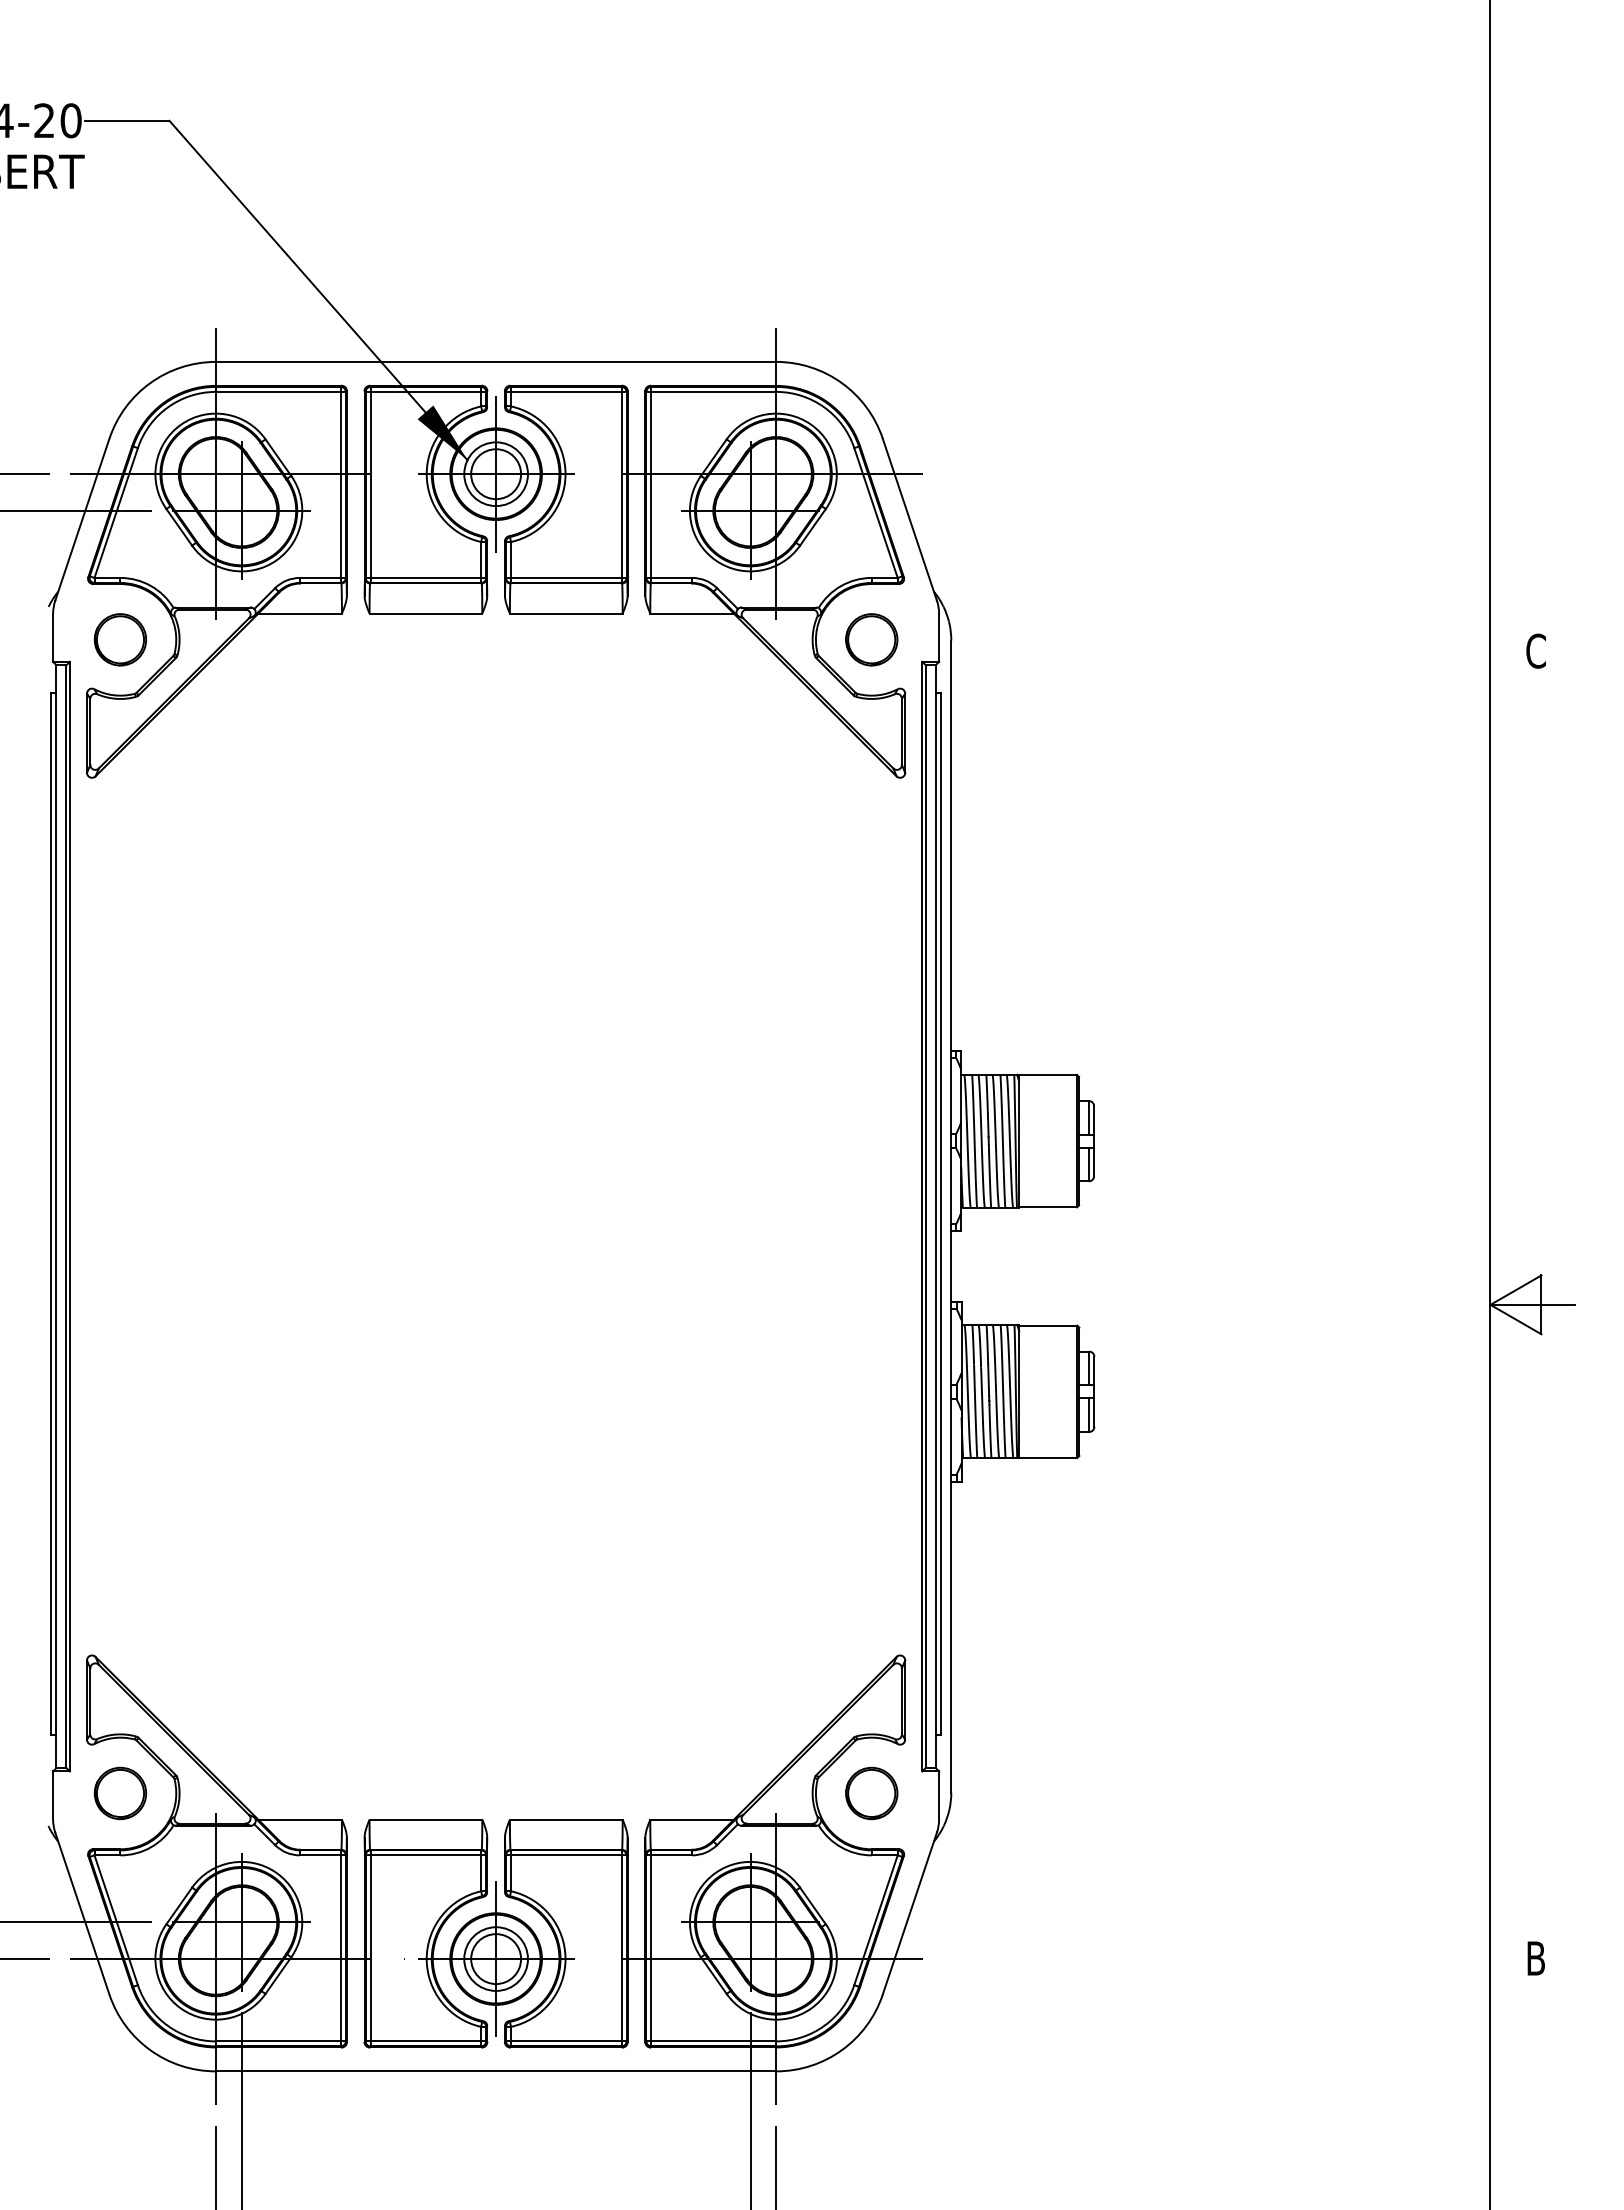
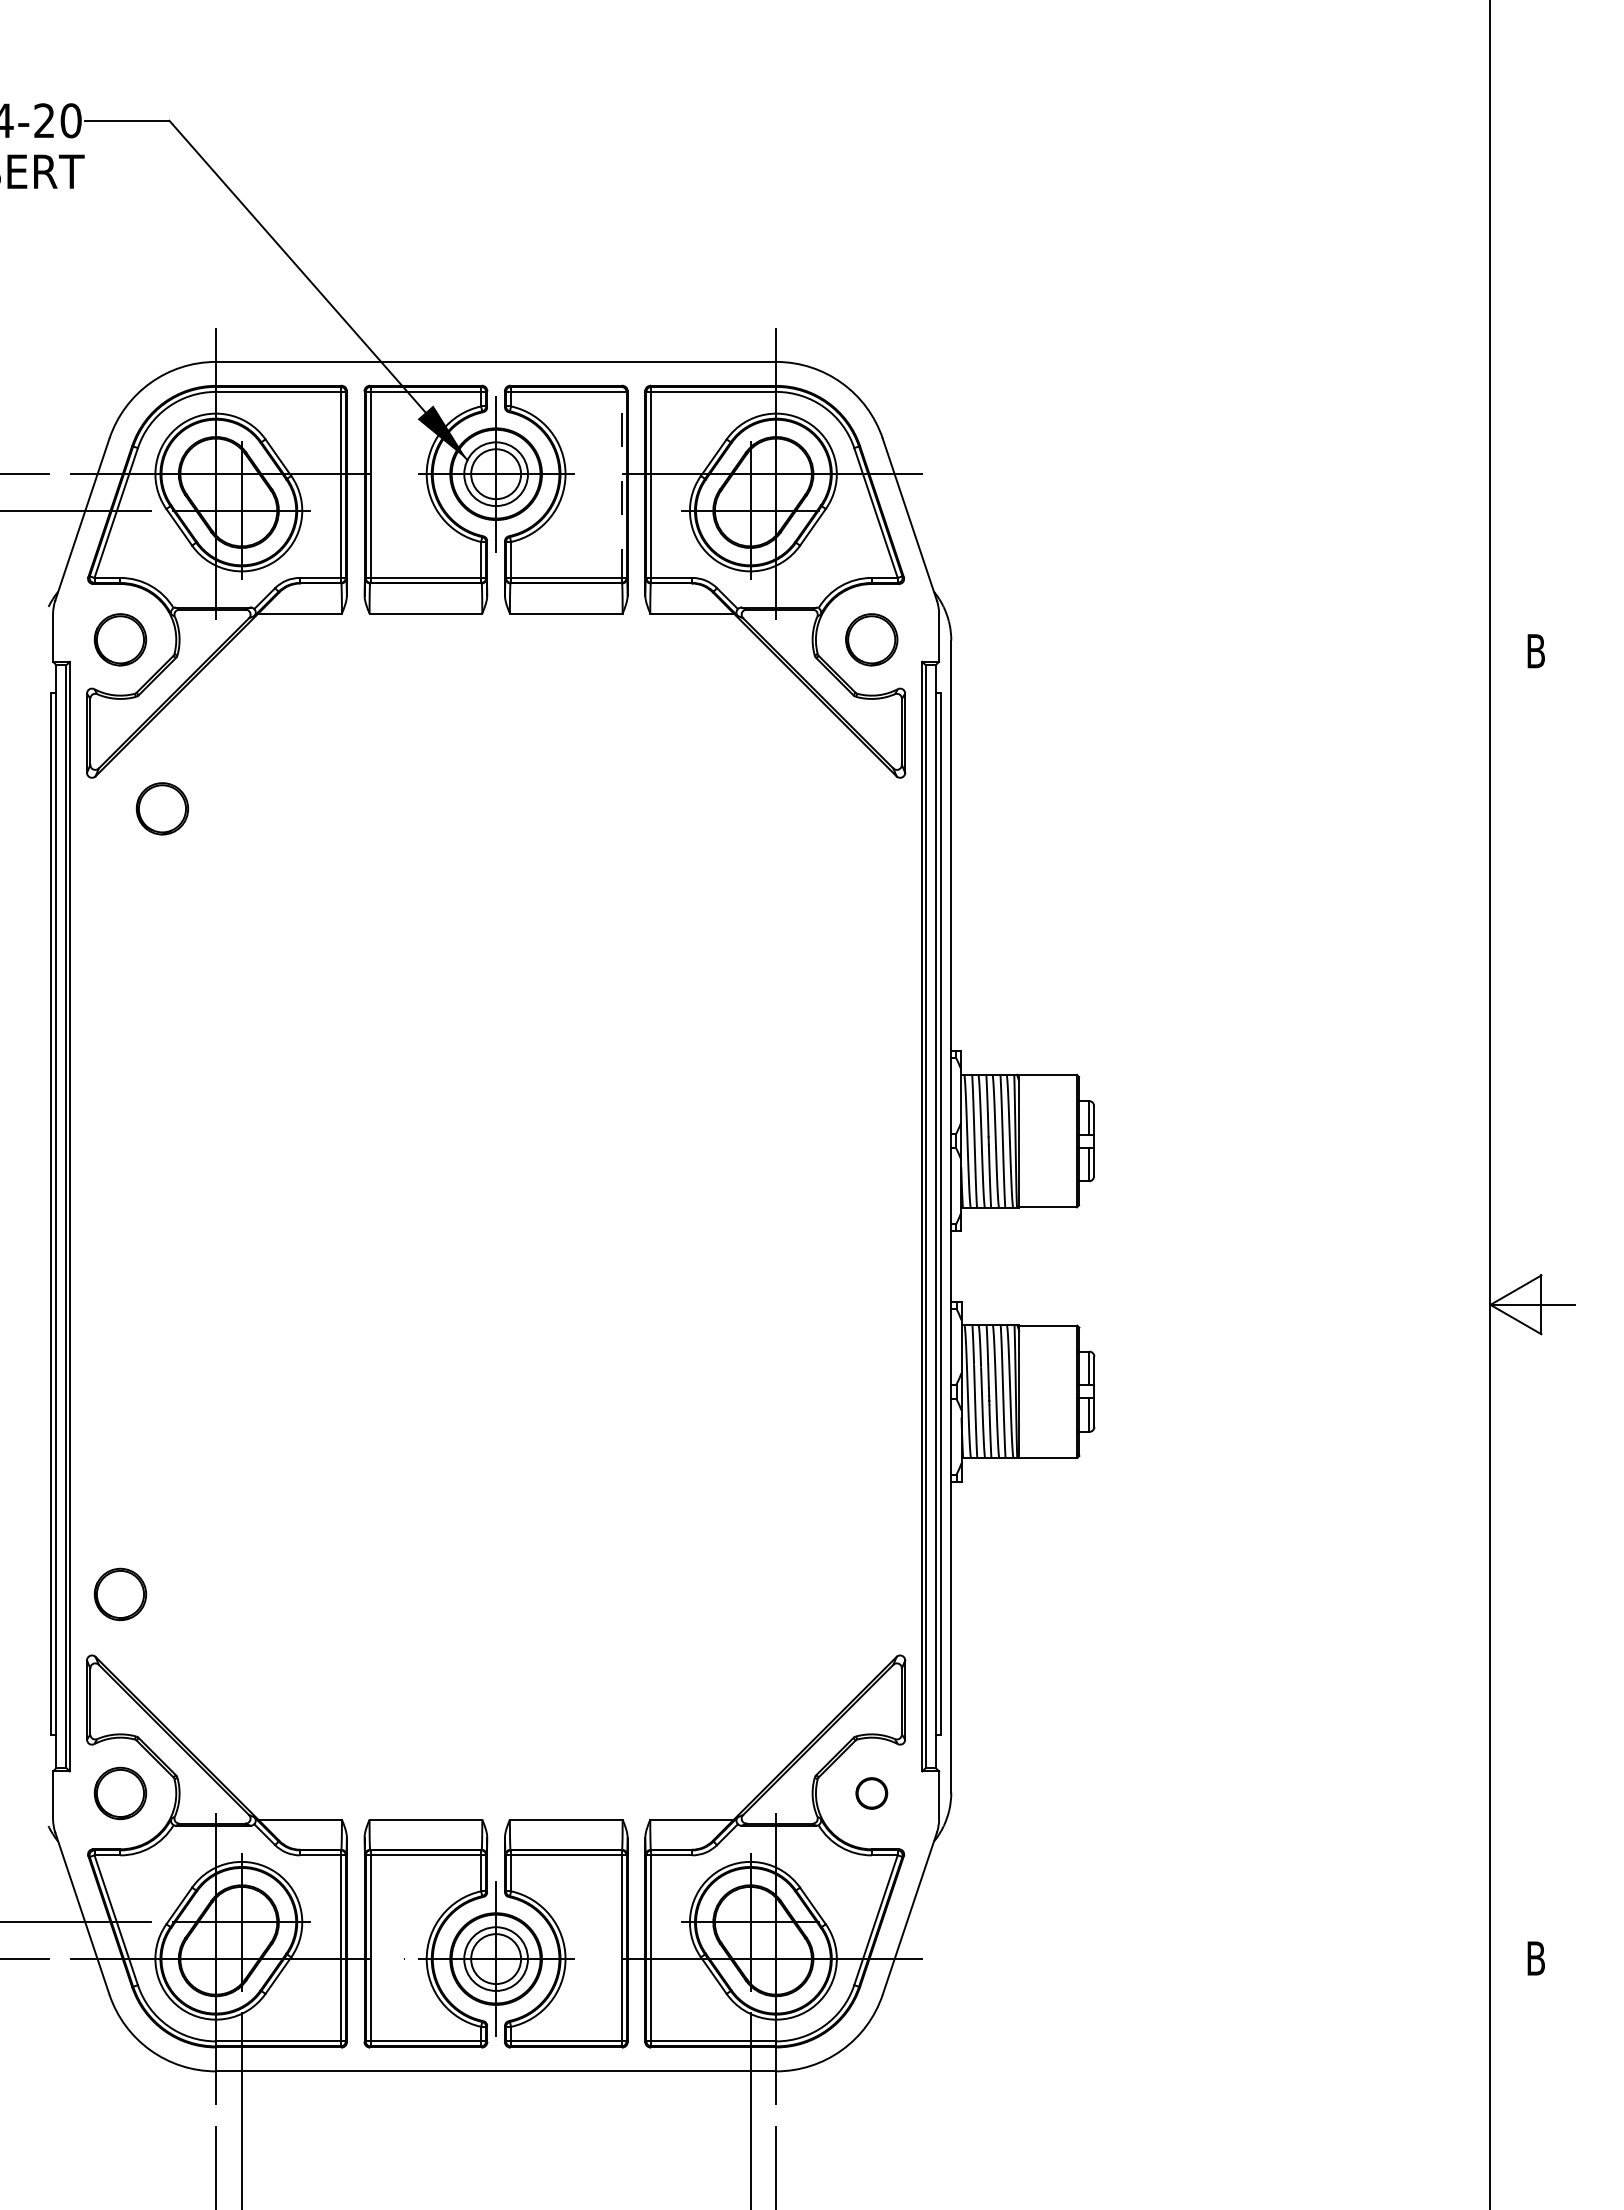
line at (621, 484): solid -> dashed
text at (1535, 650): C -> B
part at (162, 808): none -> present
part at (120, 1594): none -> present
part at (871, 1793) size: 54x55 px -> 34x33 px
